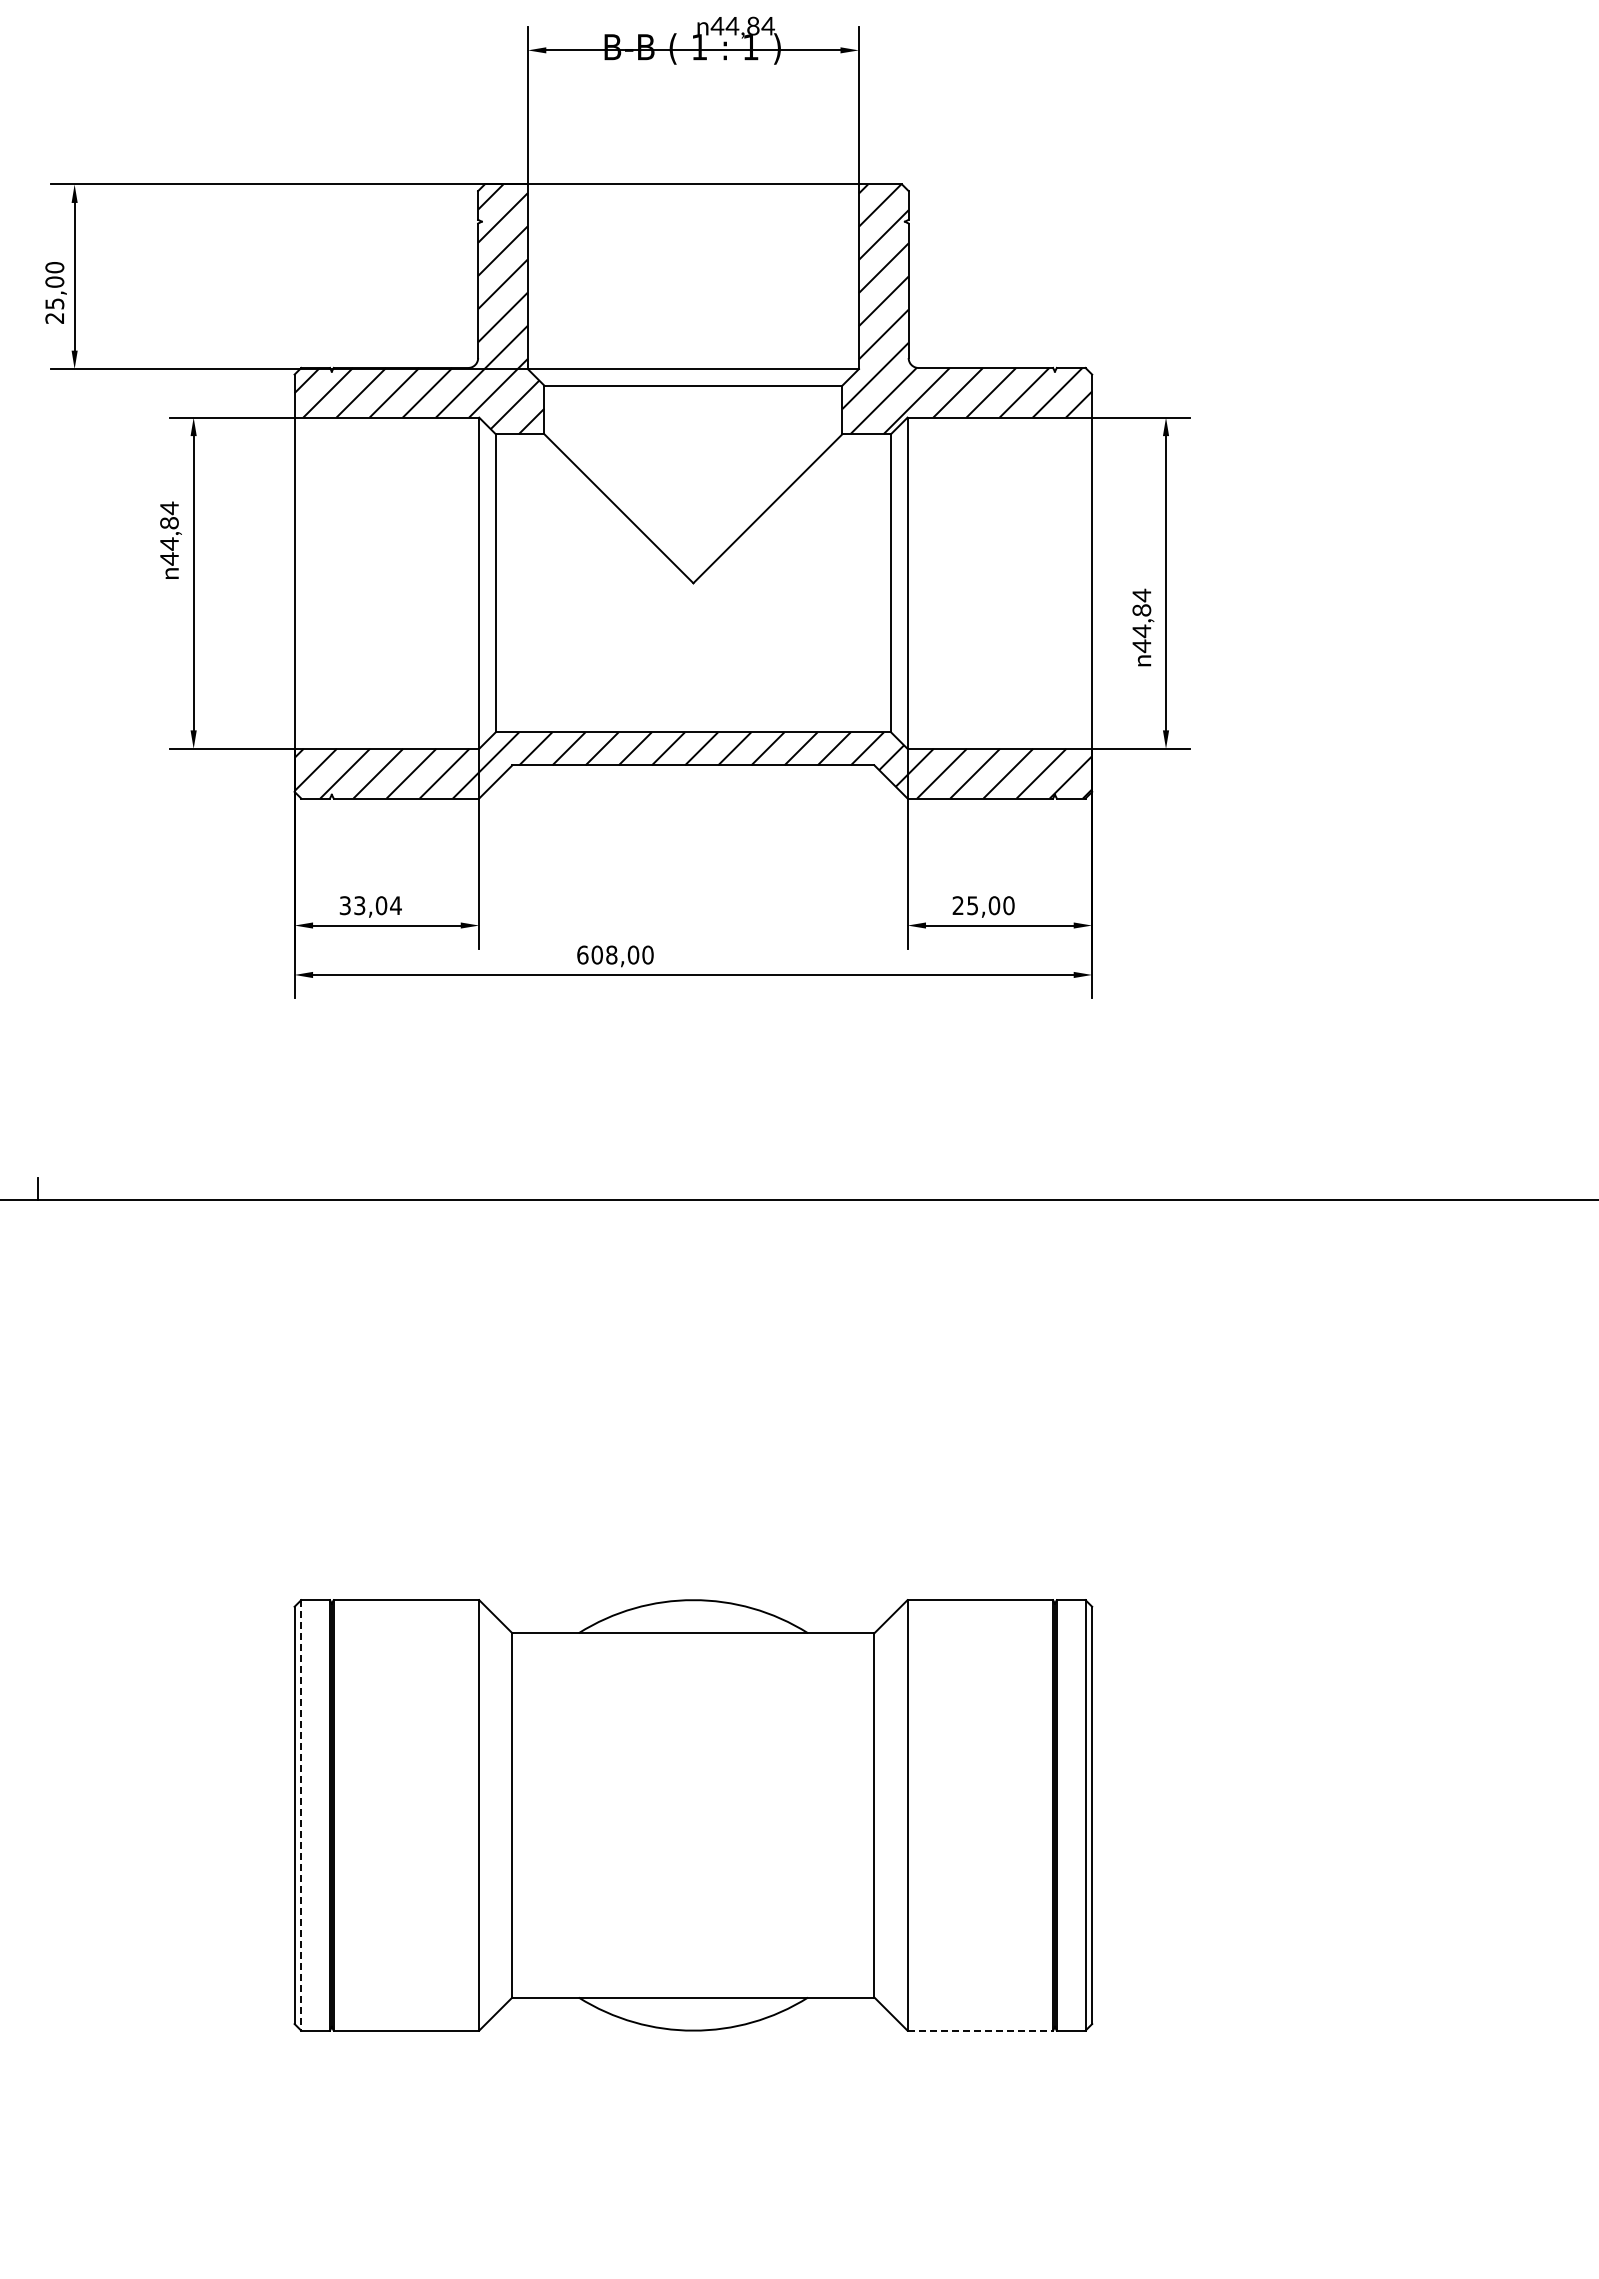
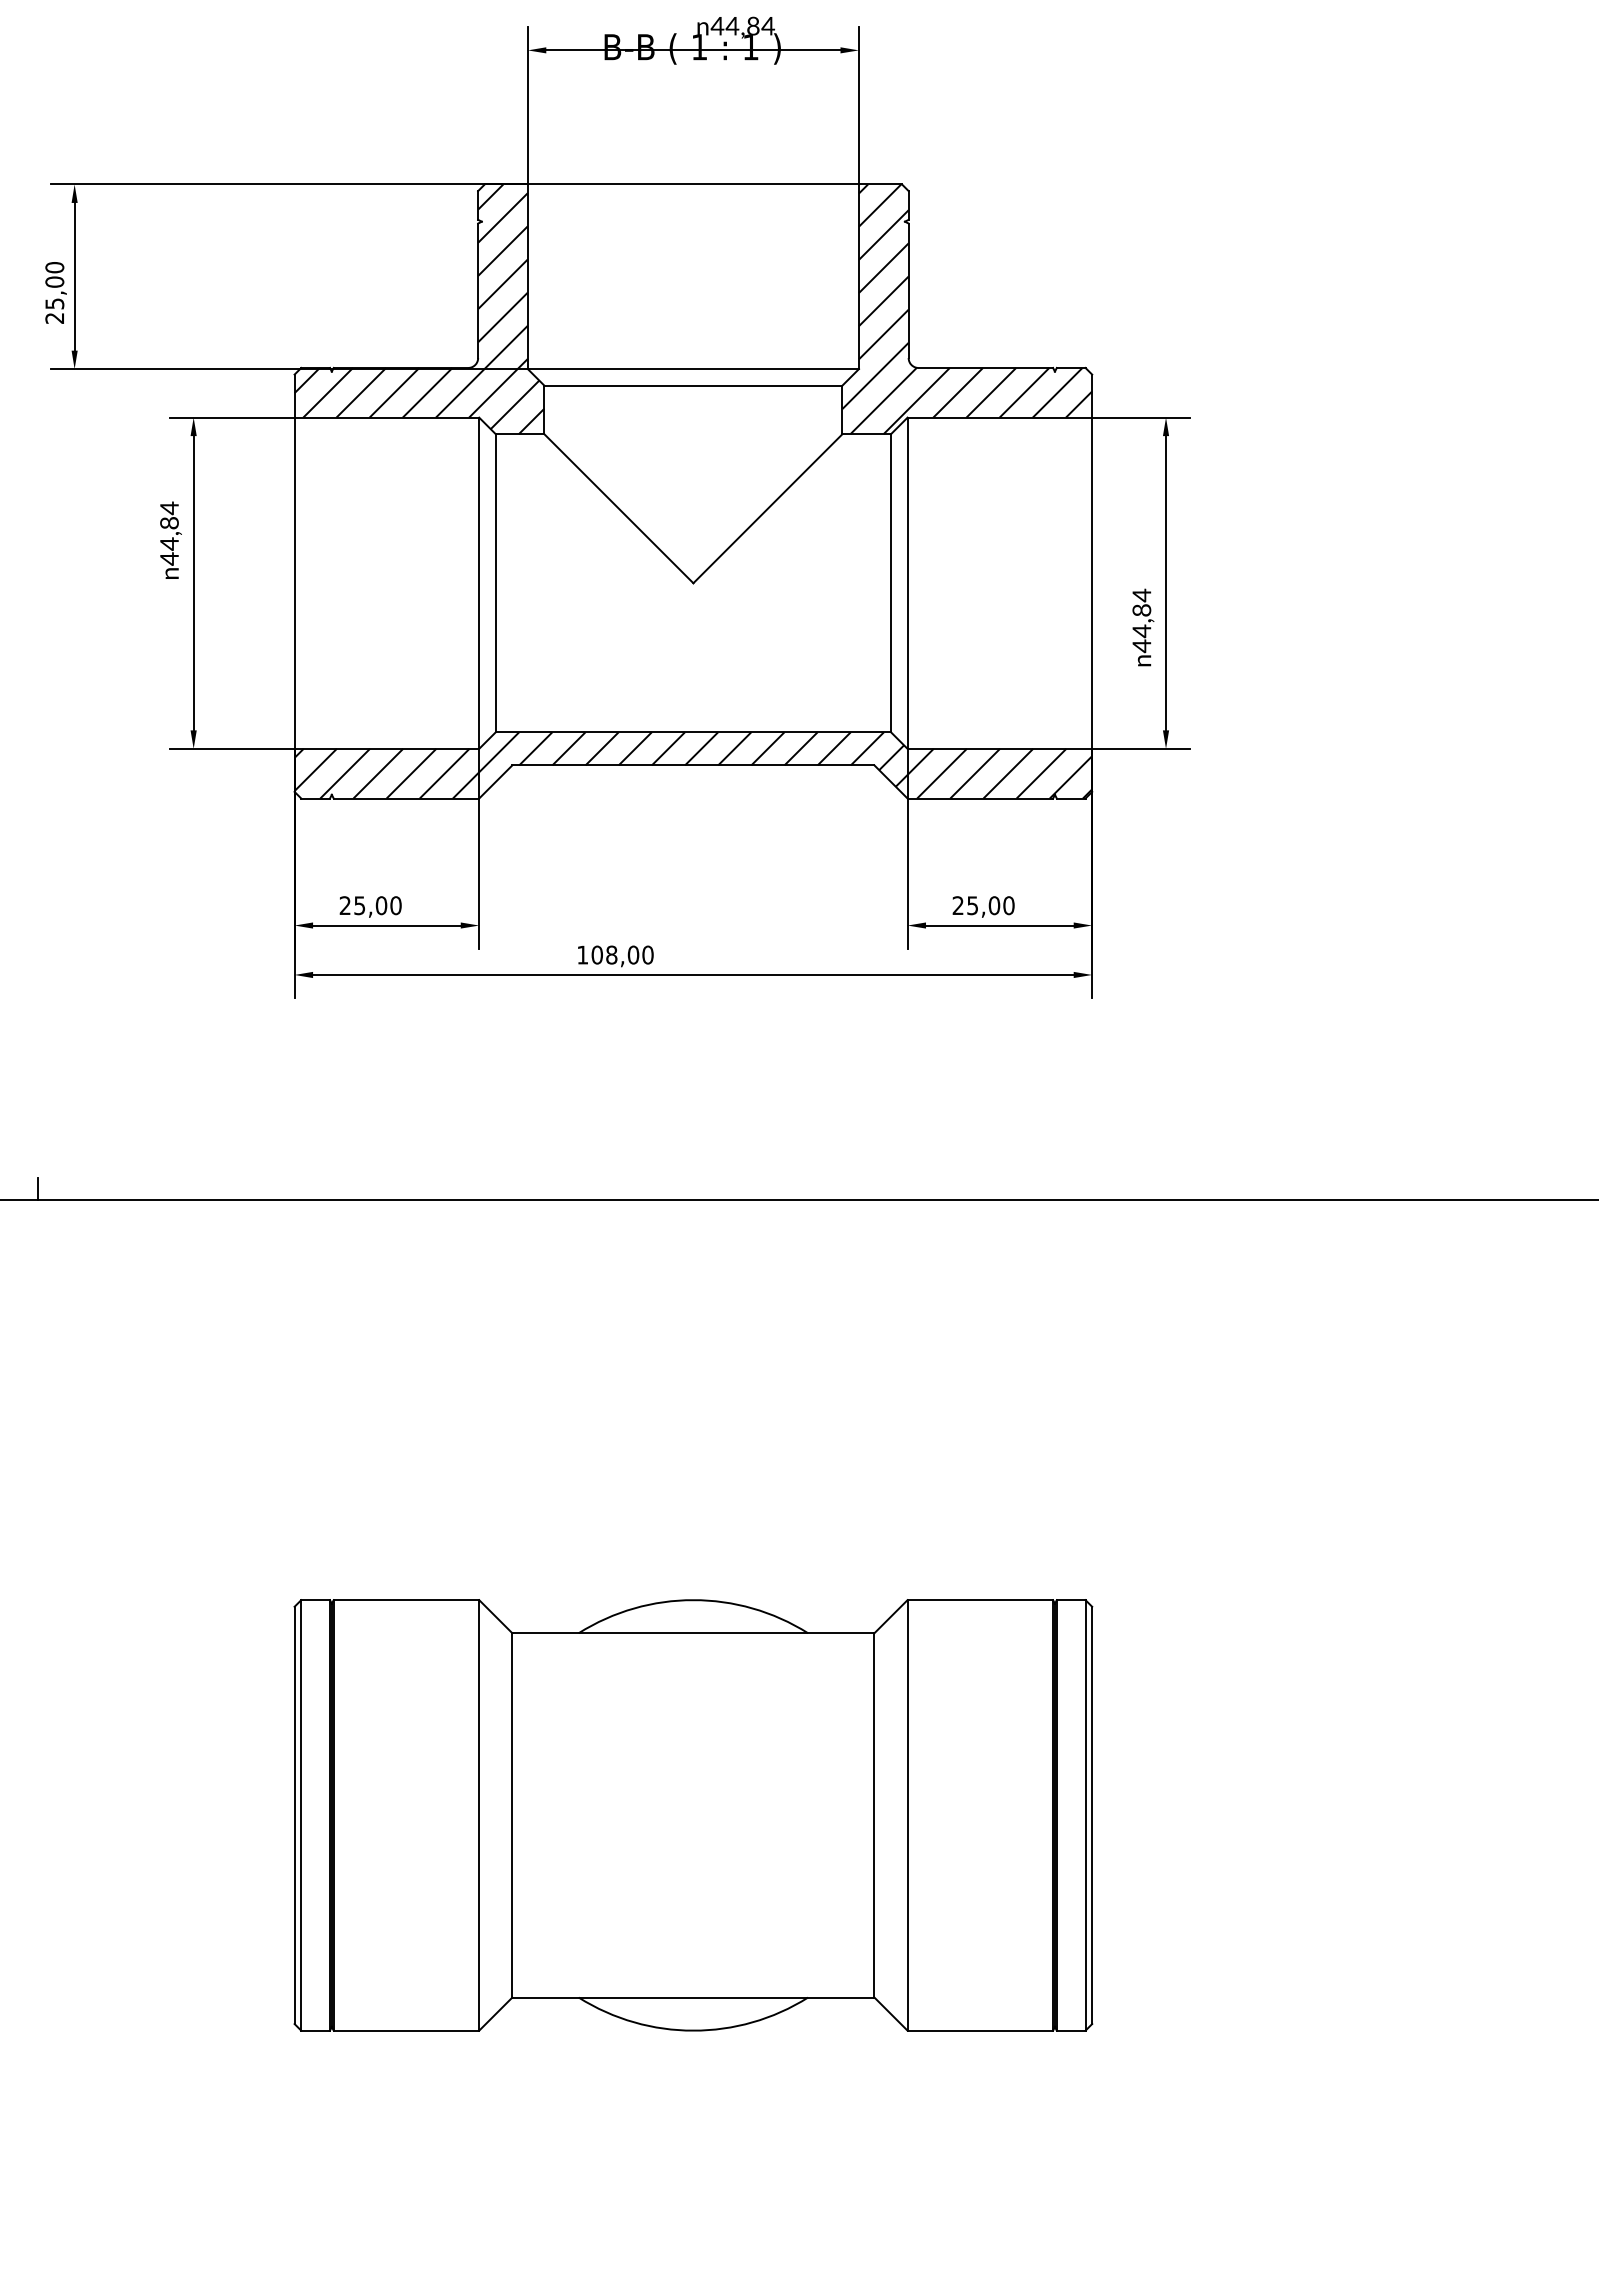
text at (370, 905): 33,04 -> 25,00
text at (582, 954): 608,00 -> 108,00
line at (301, 1815): dashed -> solid
line at (980, 2030): dashed -> solid
